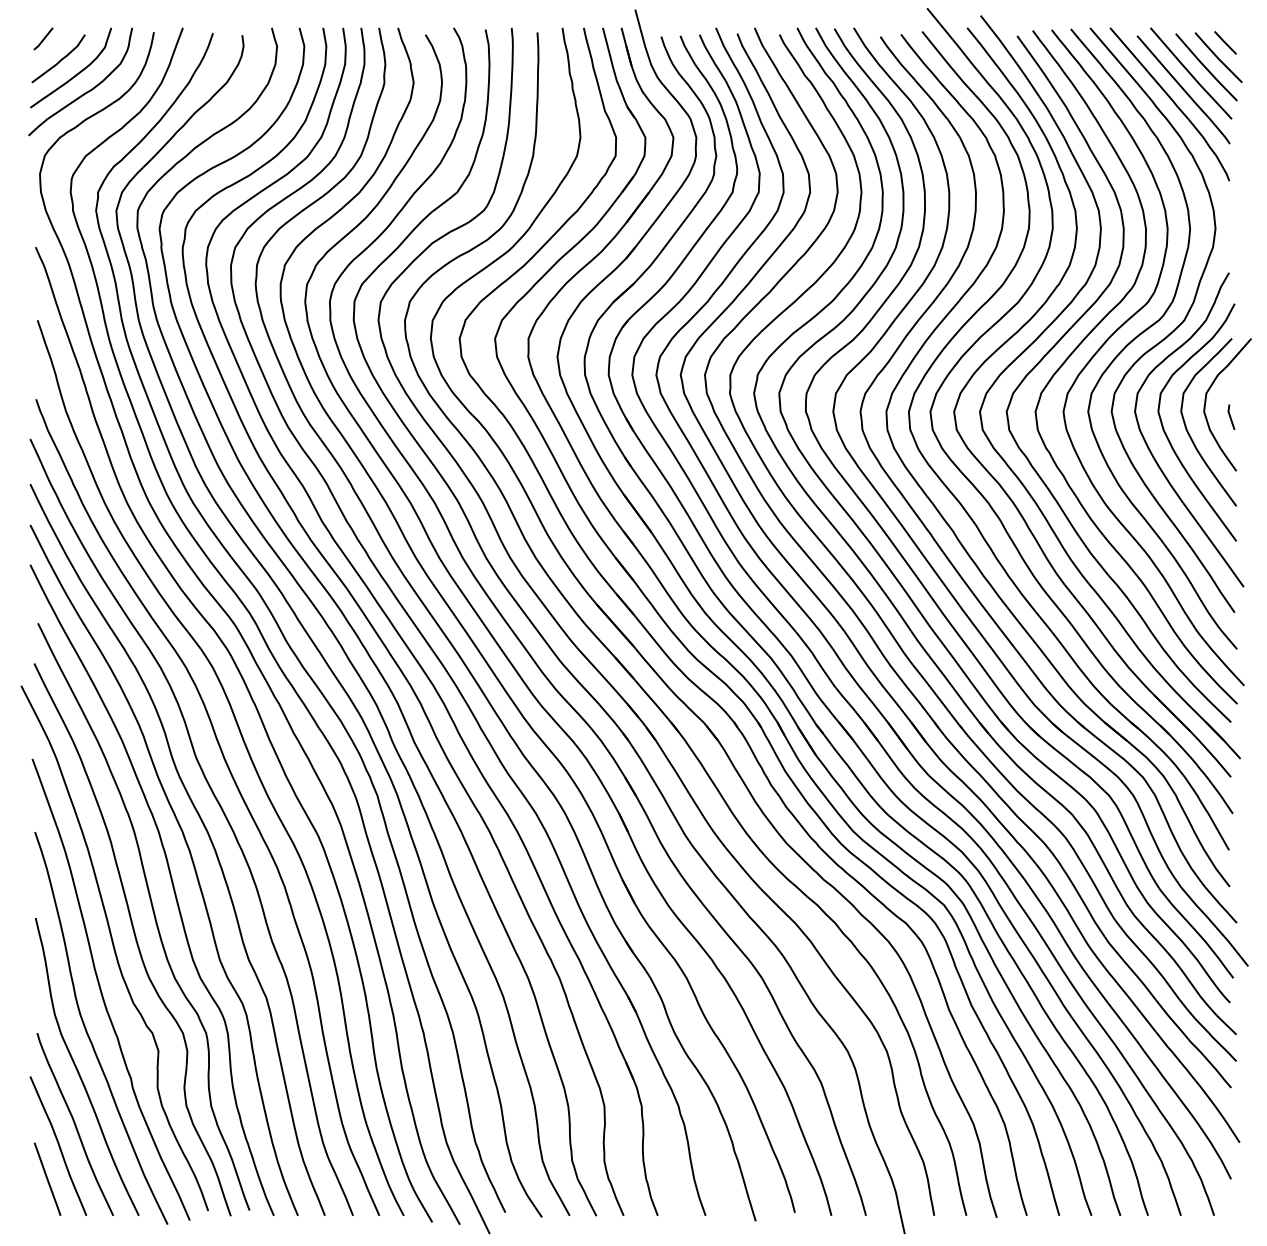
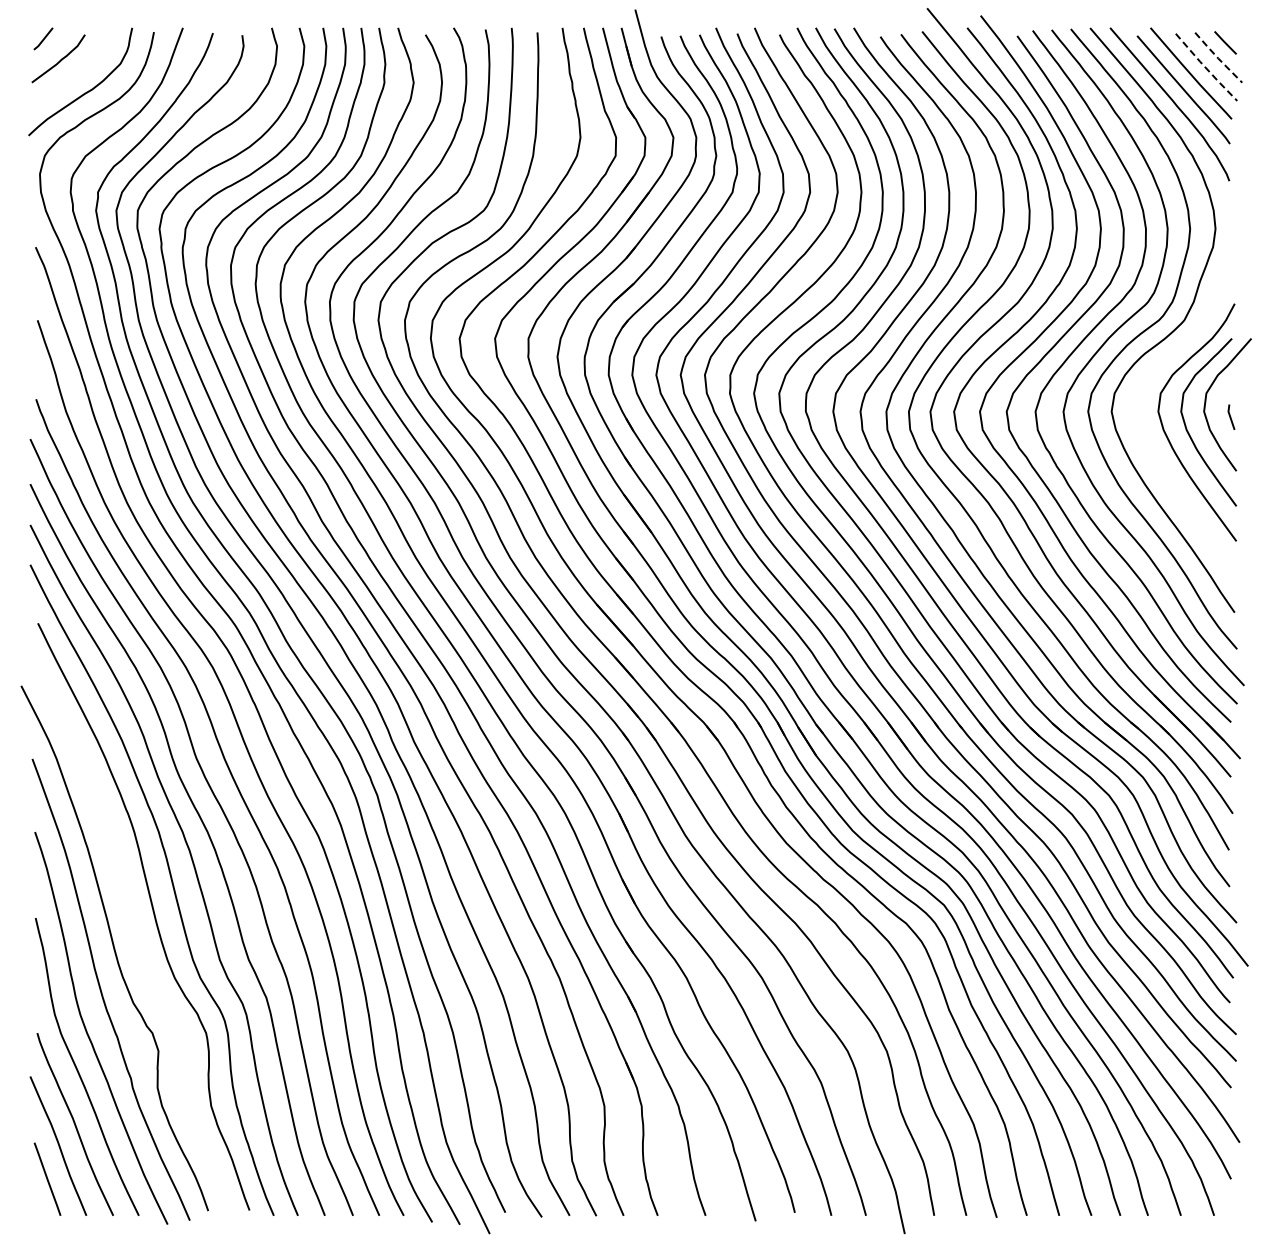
line at (1218, 58): solid -> dashed
line at (1206, 68): solid -> dashed
curve at (76, 73): present -> none
curve at (1150, 449): present -> none
curve at (134, 937): present -> none
